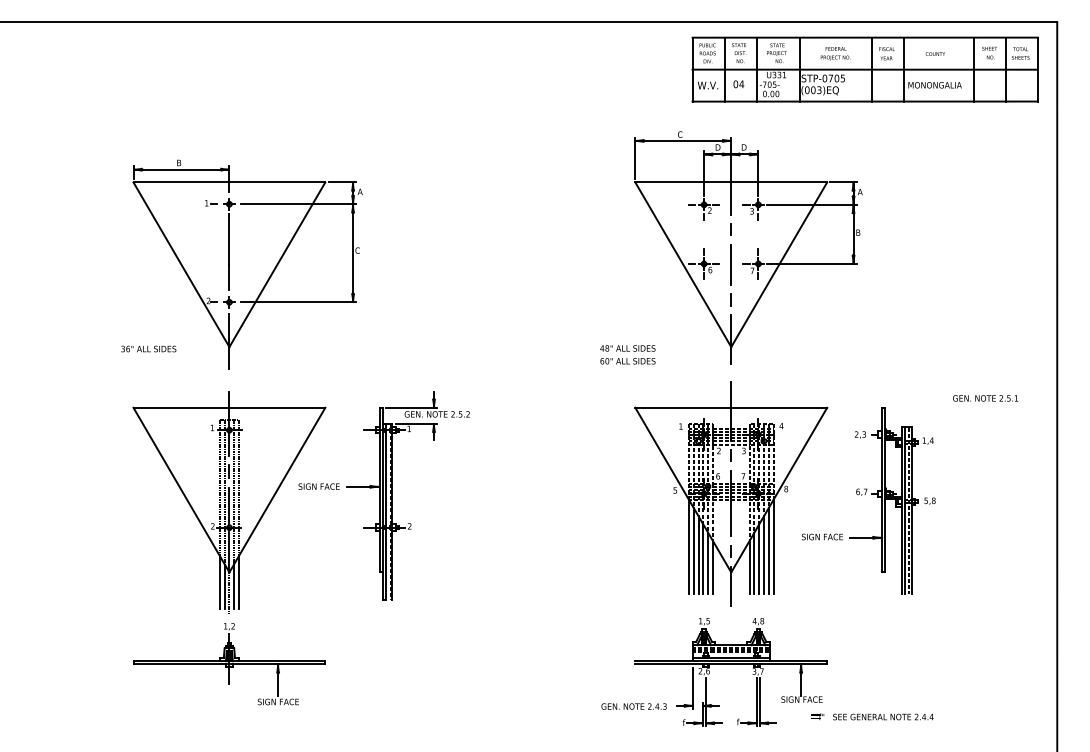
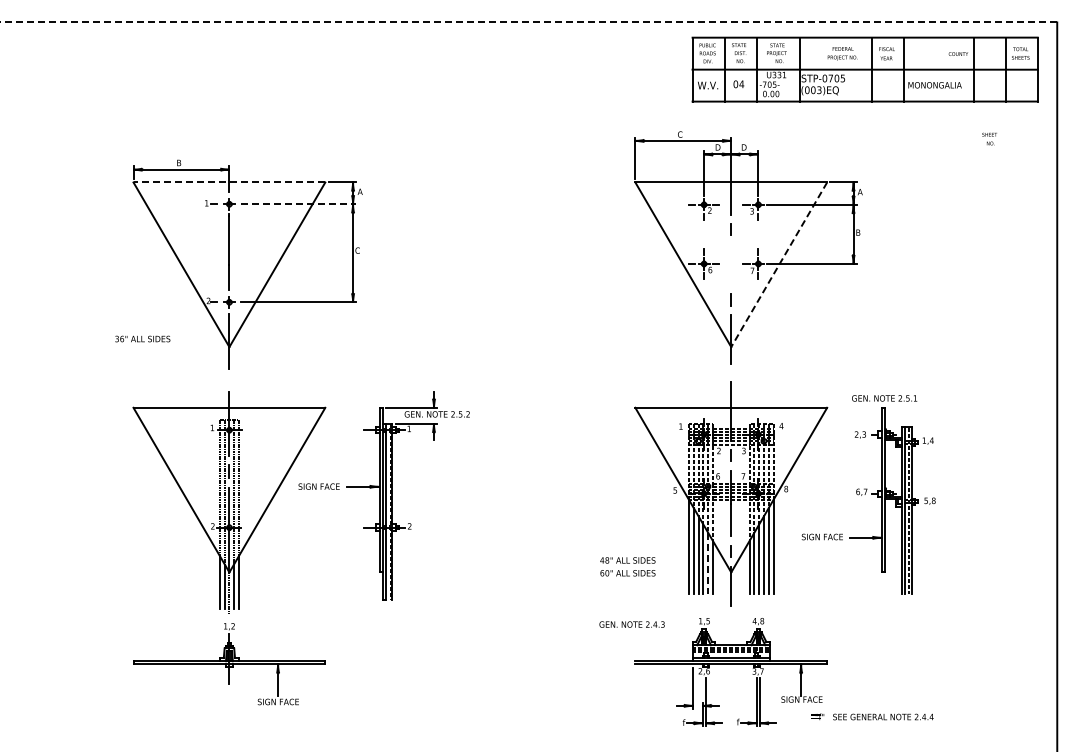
line at (528, 22): solid -> dashed
text at (989, 52) position: (989, 52) -> (989, 138)
text at (835, 53) position: (835, 53) -> (842, 53)
text at (934, 53) position: (934, 53) -> (957, 53)
line at (229, 182): solid -> dashed
line at (298, 204): solid -> dashed
line at (731, 264): present -> none
line at (778, 265): solid -> dashed
text at (148, 348) position: (148, 348) -> (142, 338)
text at (627, 354) position: (627, 354) -> (627, 566)
text at (985, 398) position: (985, 398) -> (884, 398)
line at (708, 563): solid -> dashed
text at (633, 706) position: (633, 706) -> (631, 624)
